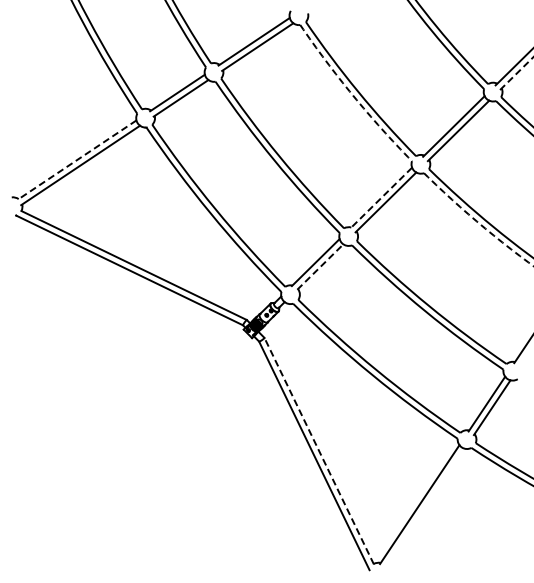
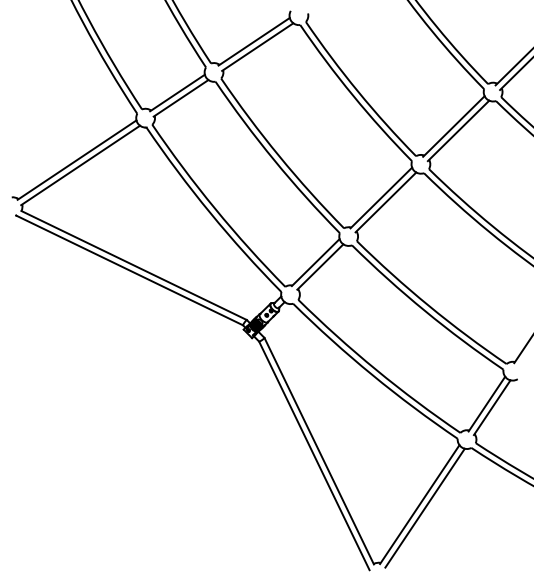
line at (517, 73): dashed -> solid
arc at (353, 95): dashed -> solid
line at (76, 160): dashed -> solid
line at (380, 198): dashed -> solid
arc at (477, 221): dashed -> solid
line at (320, 266): dashed -> solid
line at (319, 451): dashed -> solid
line at (424, 507): none -> present
